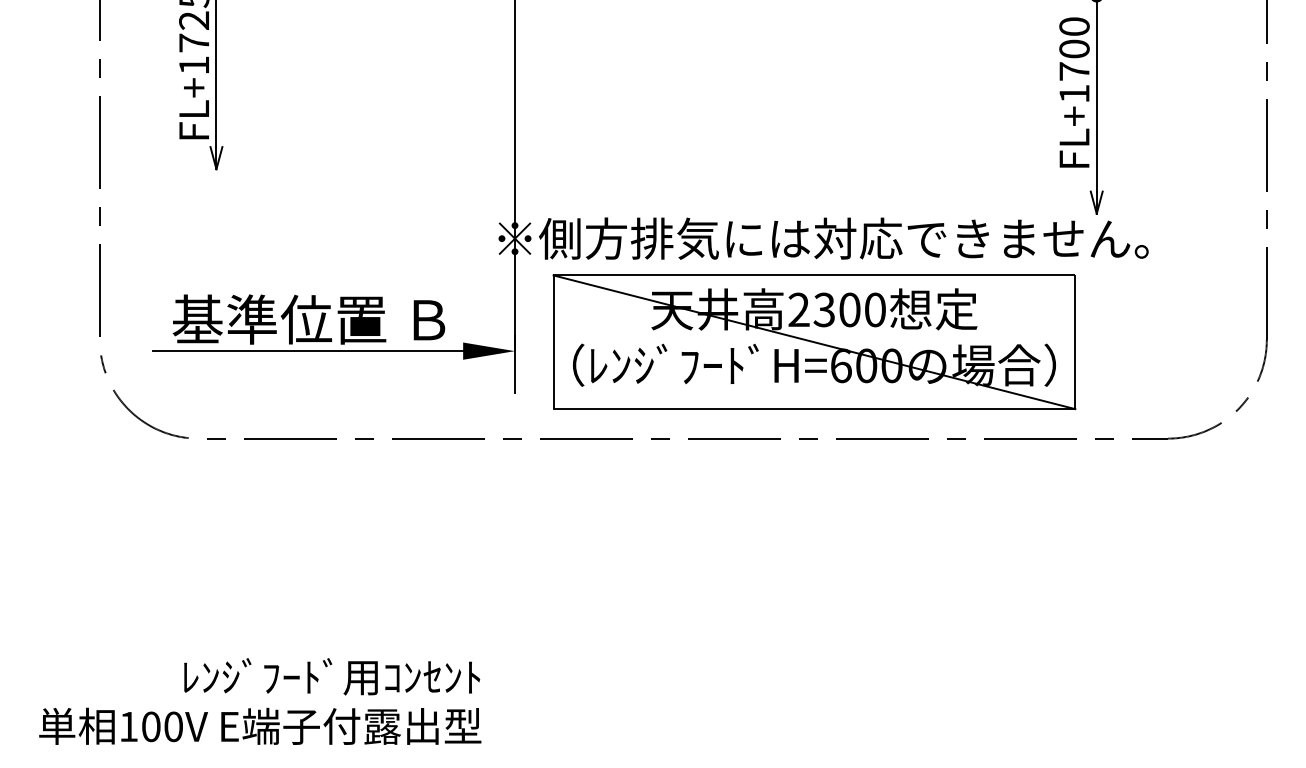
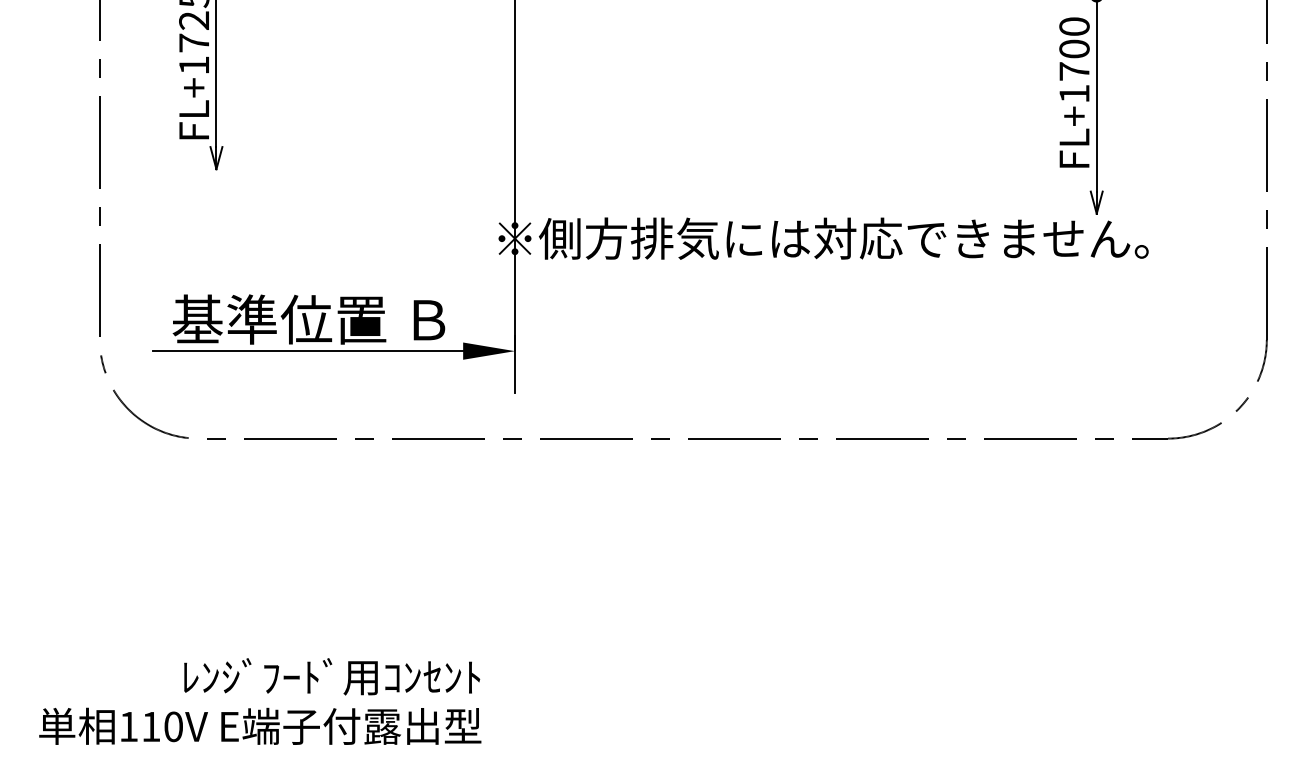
part at (814, 342): present -> none
text at (151, 726): 100V -> 110V
